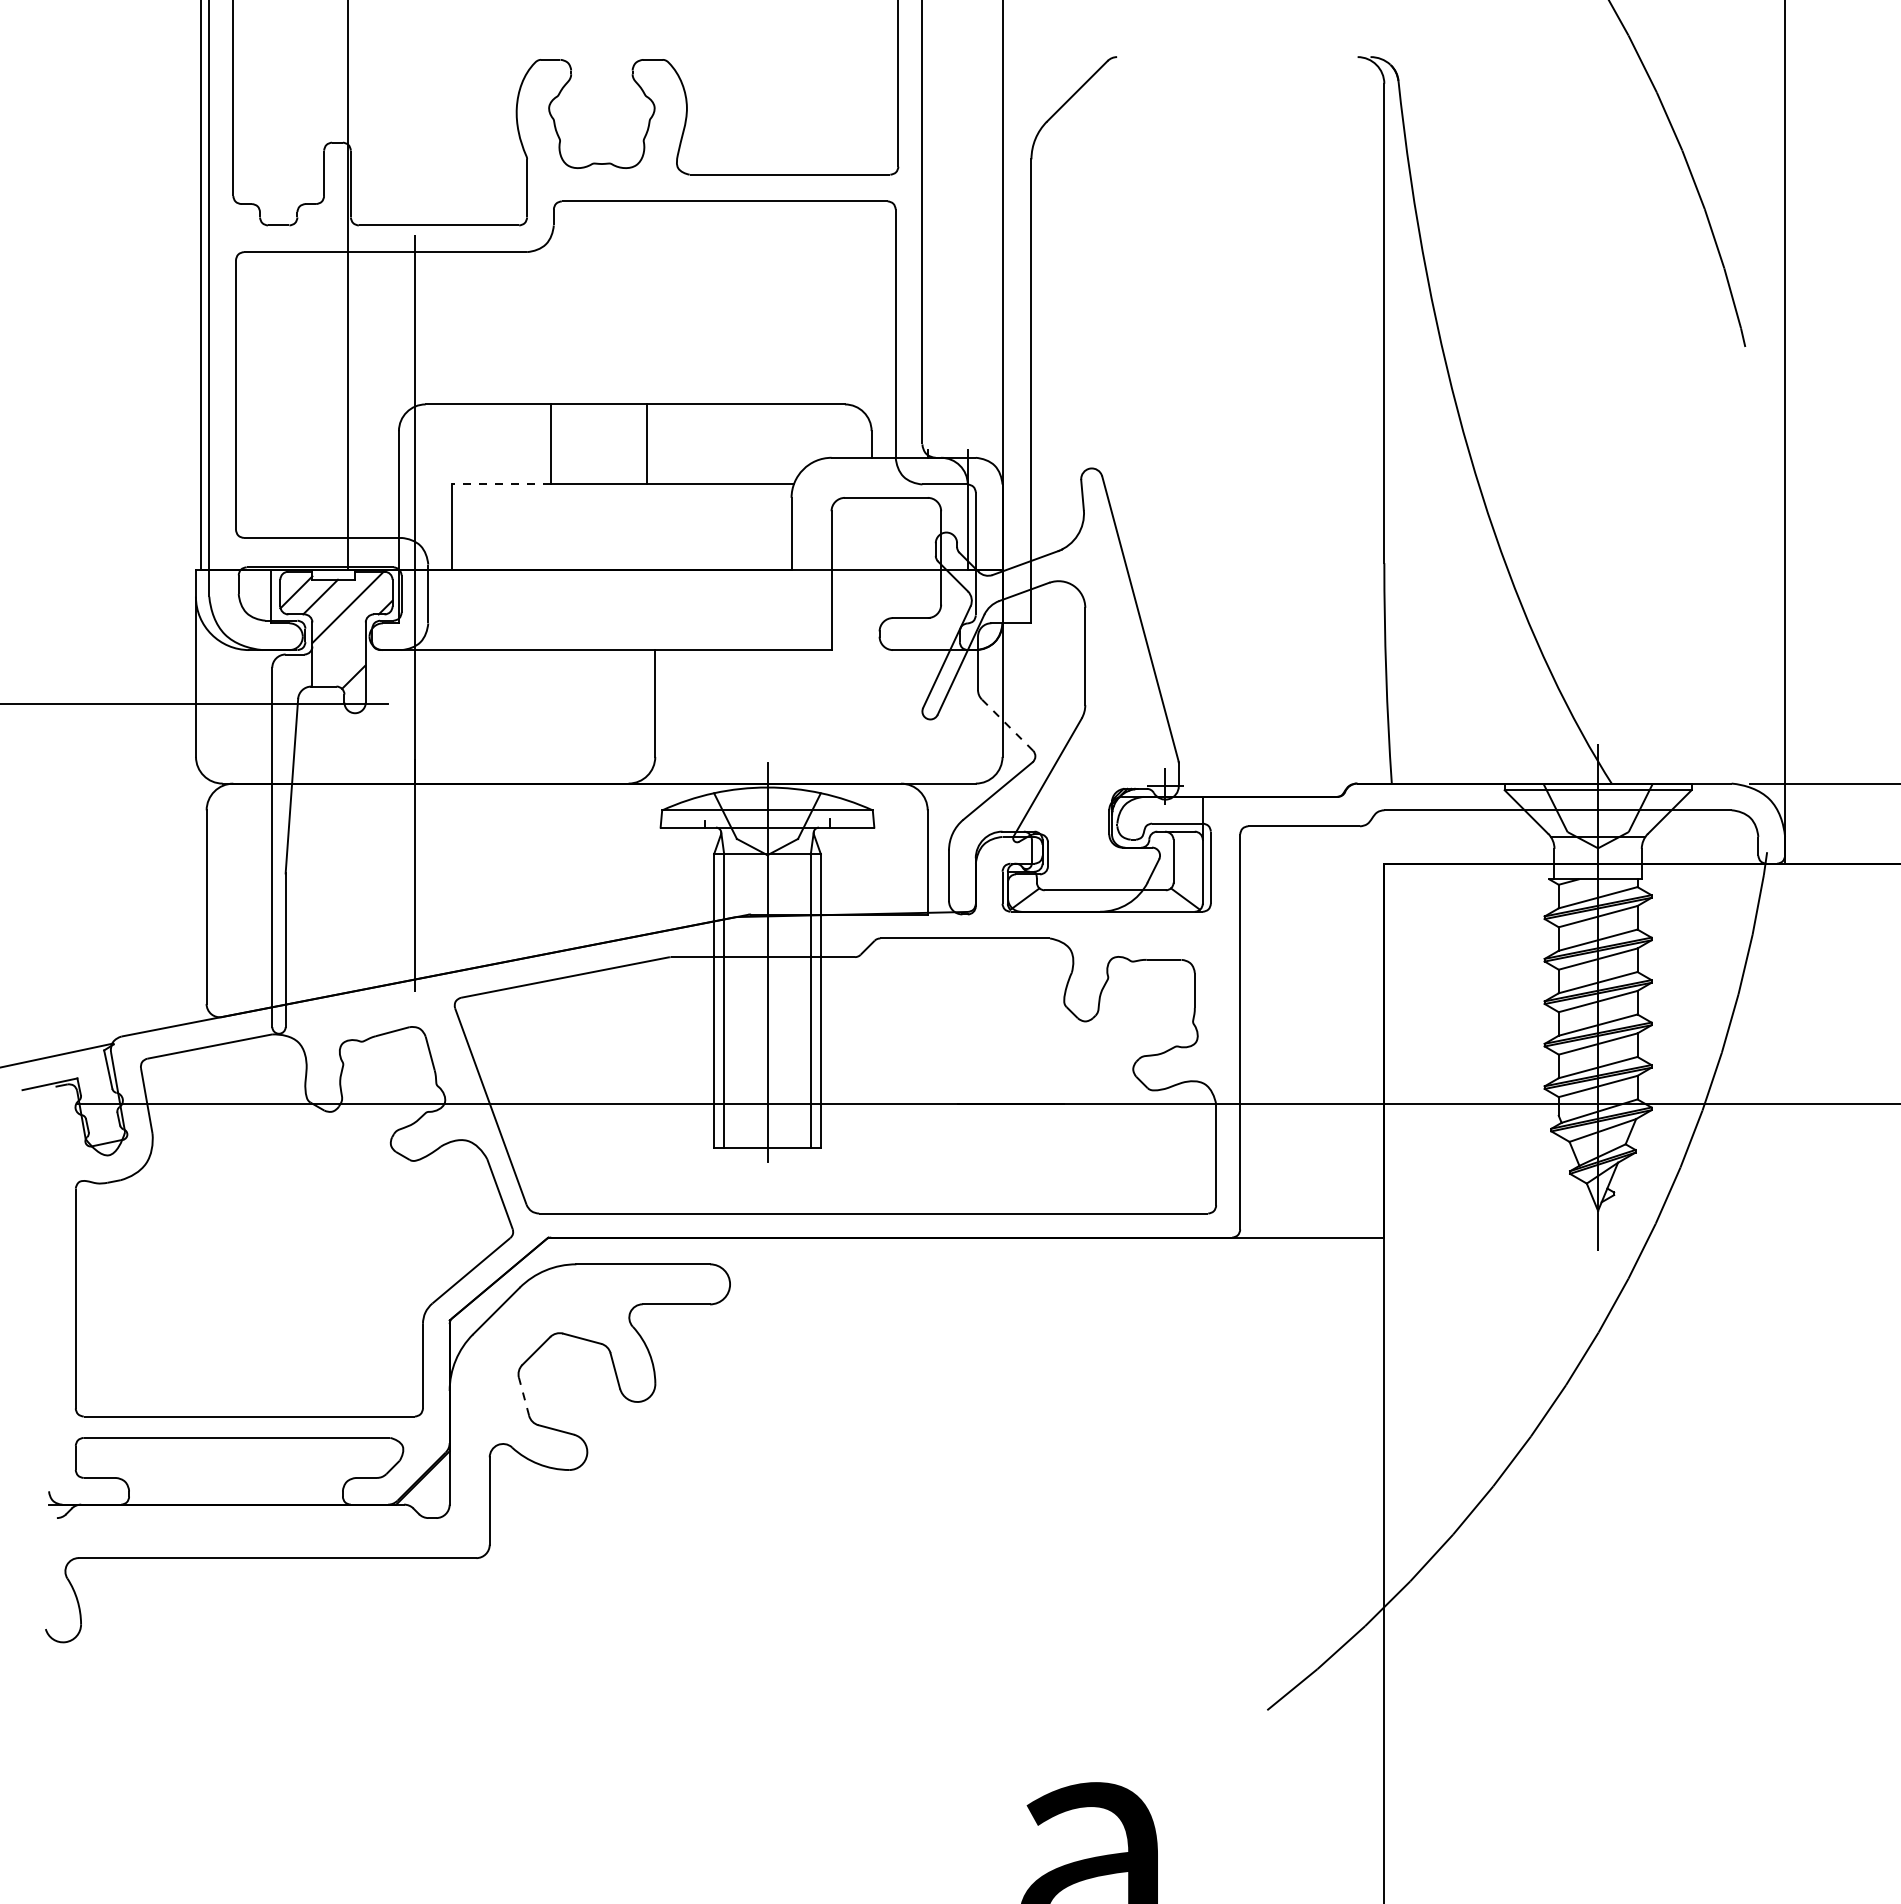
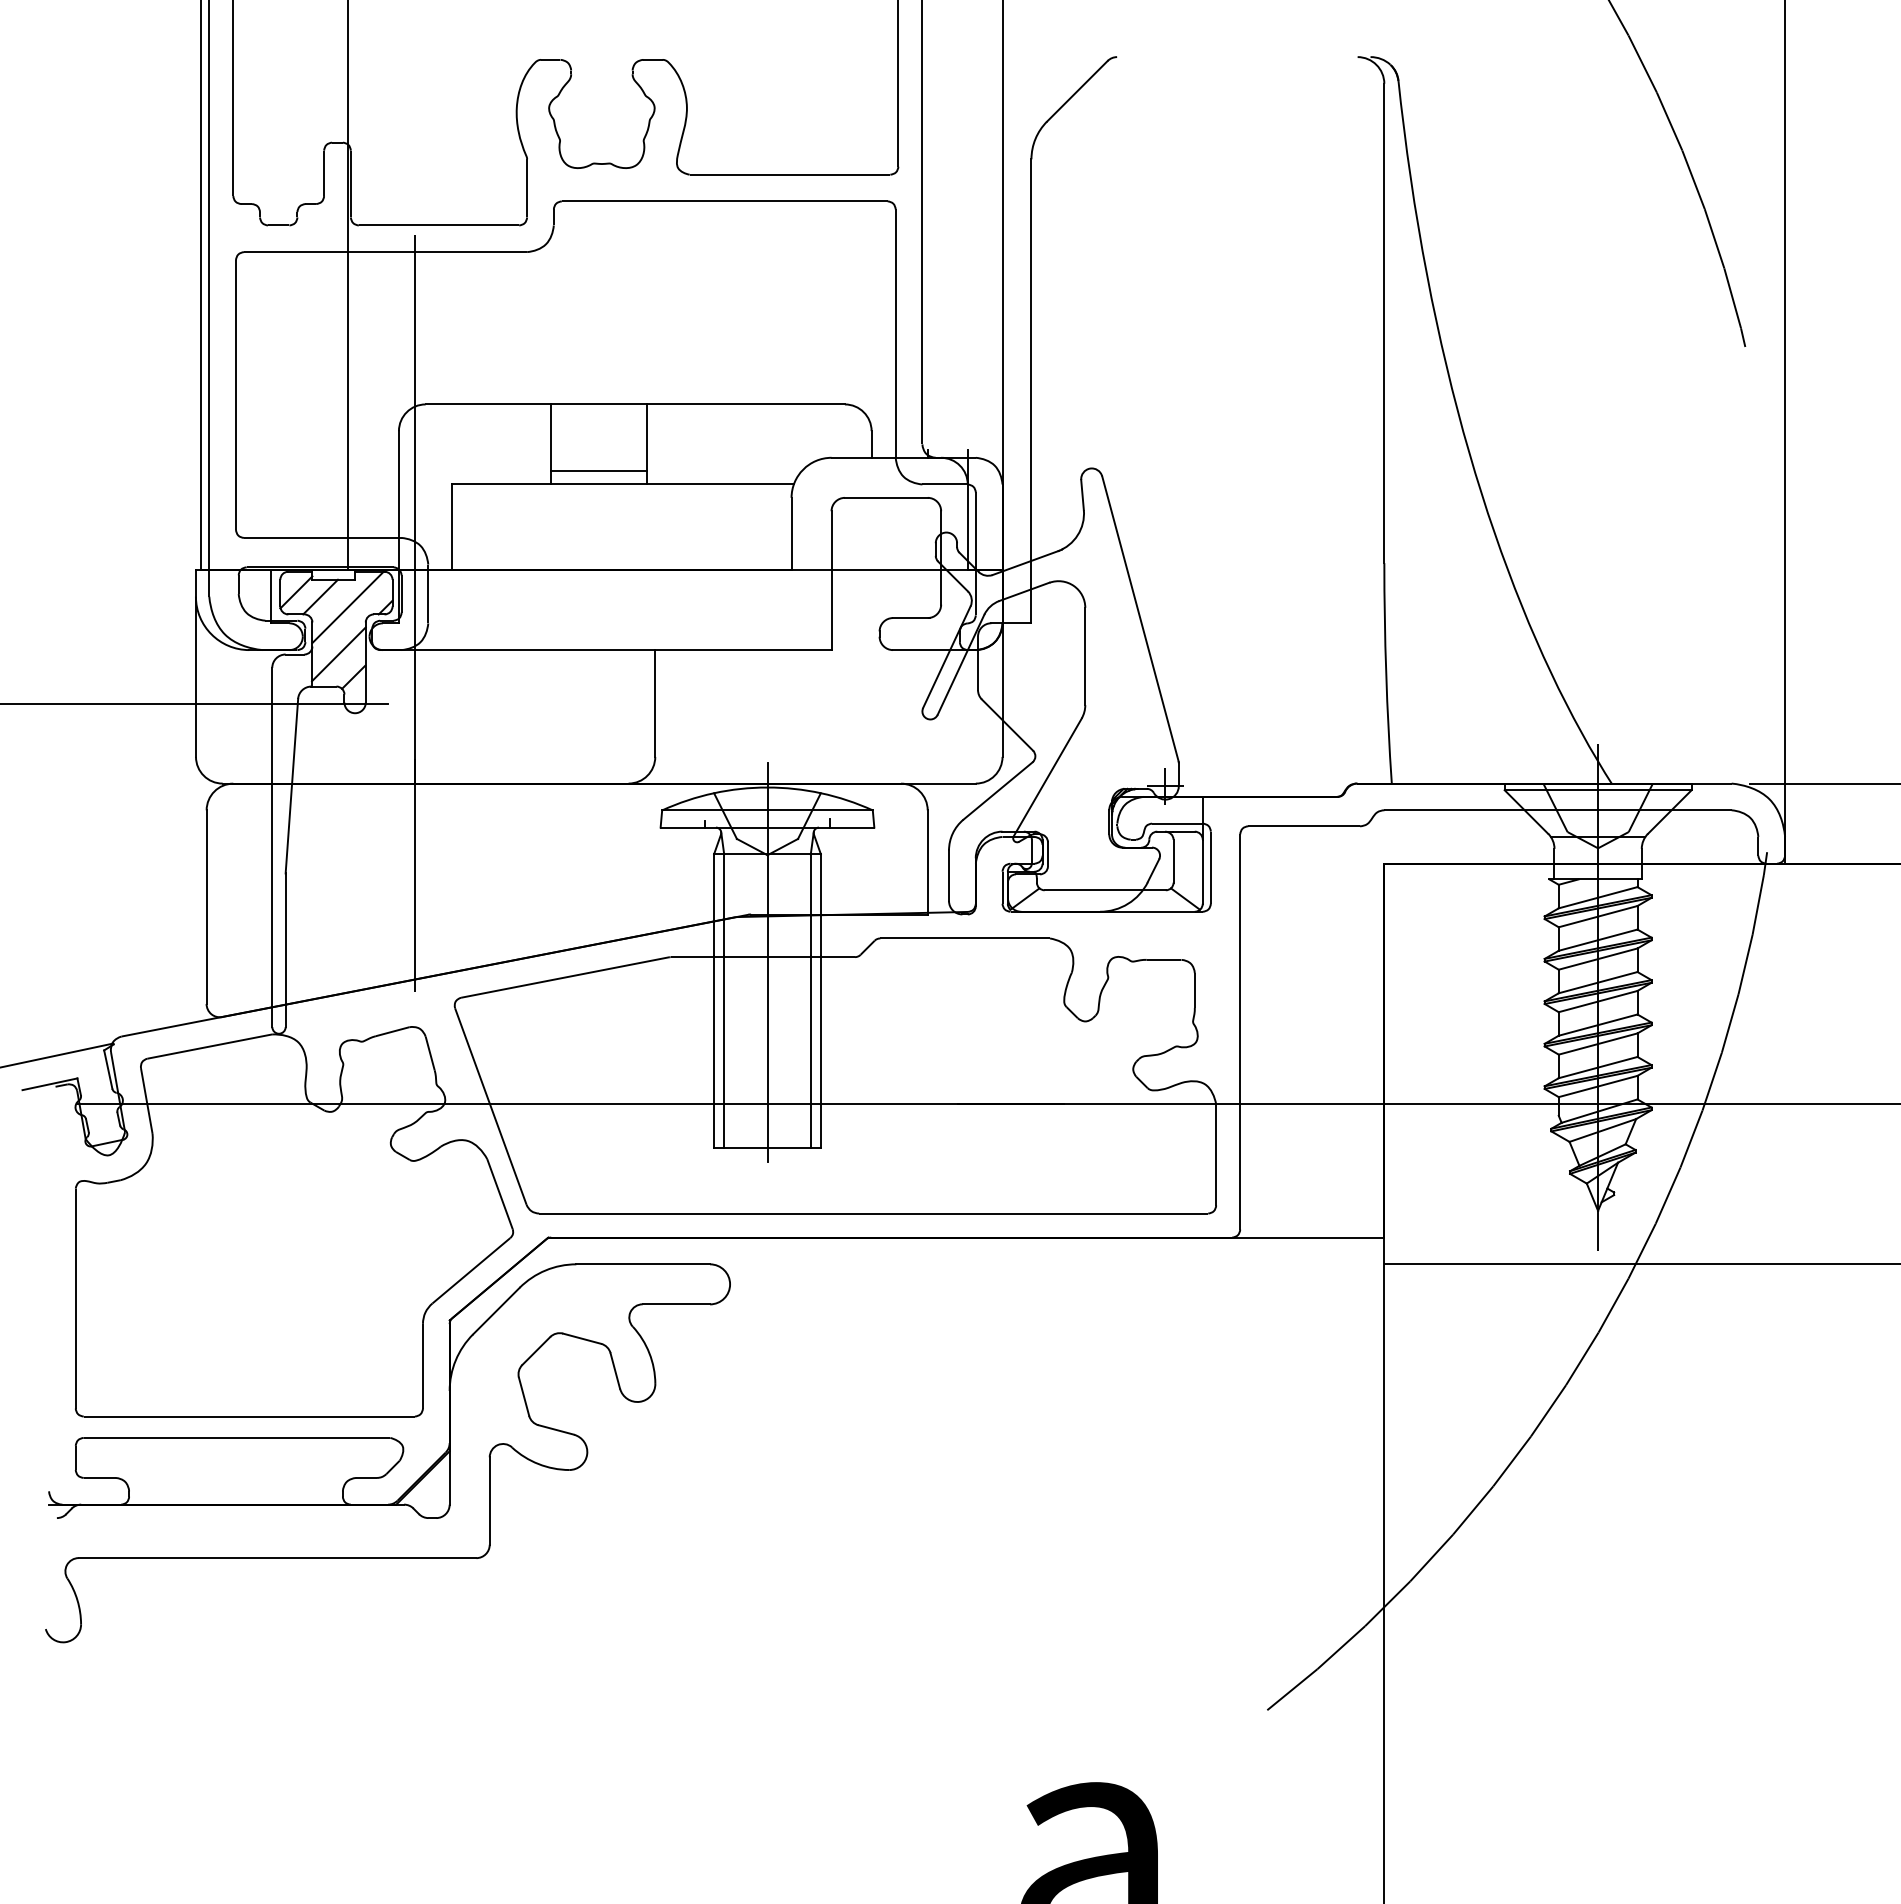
line at (599, 471): none -> present
line at (501, 484): dashed -> solid
line at (338, 654): none -> present
line at (1007, 724): dashed -> solid
line at (1640, 1264): none -> present
line at (524, 1396): dashed -> solid
